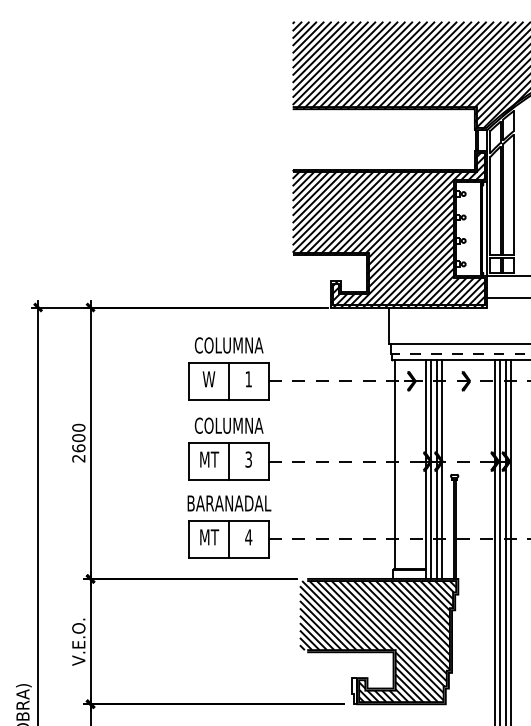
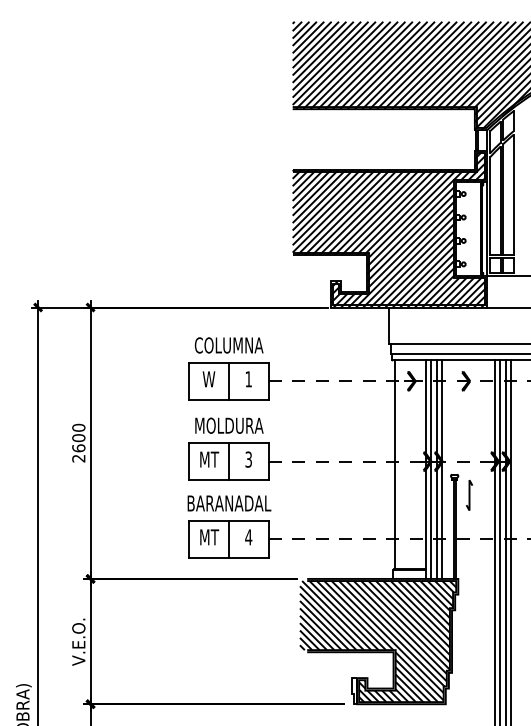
line at (507, 297) position: (507, 297) -> (507, 307)
line at (460, 353): dashed -> solid
text at (228, 425): COLUMNA -> MOLDURA
line at (469, 495): none -> present
